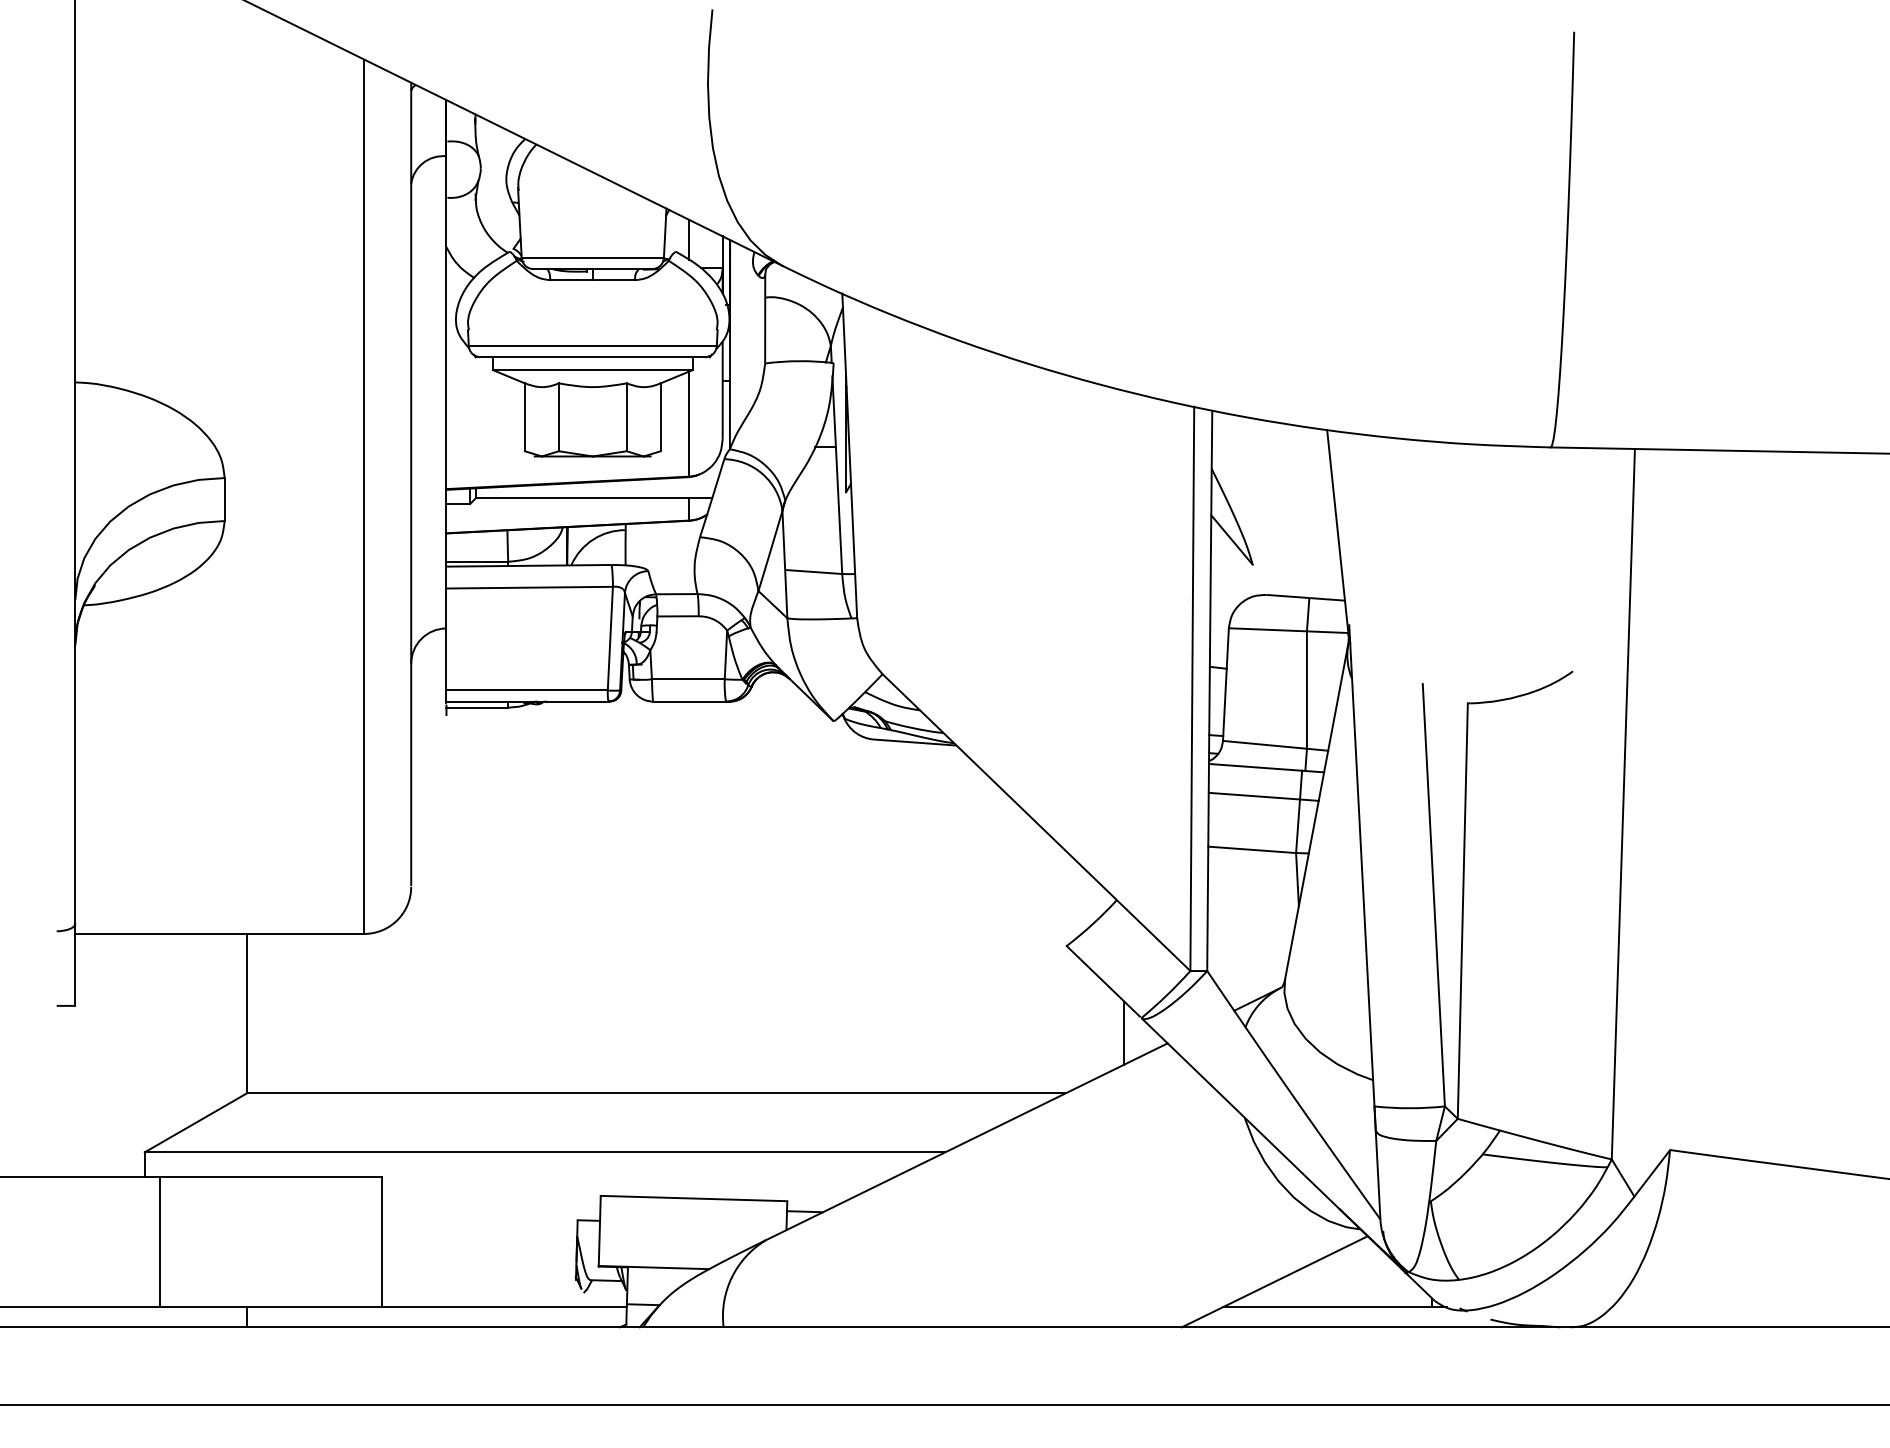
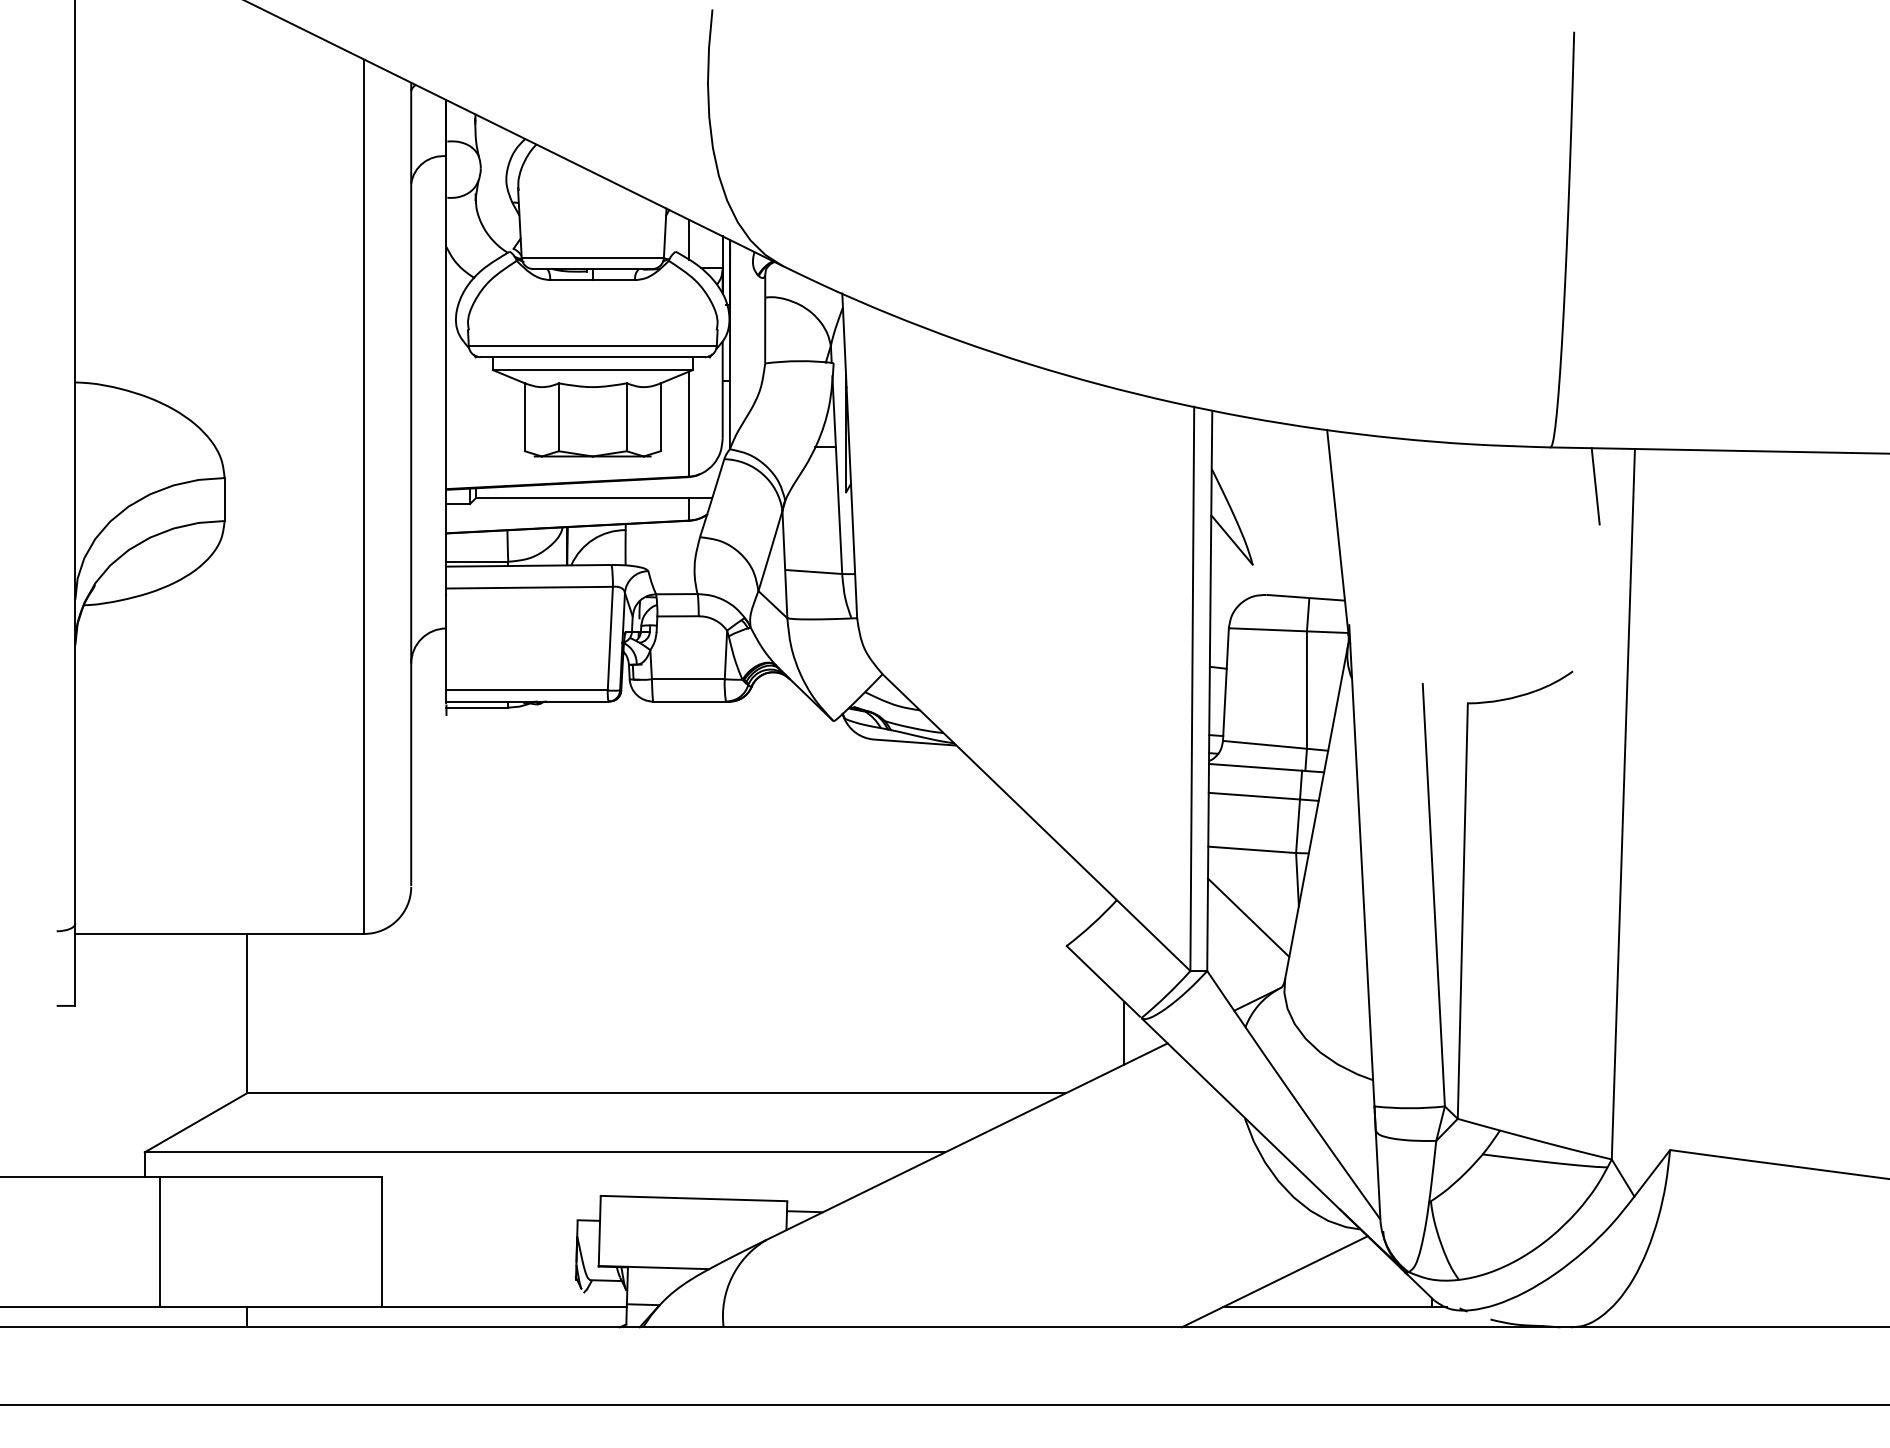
line at (1595, 486): none -> present
line at (1248, 917): none -> present
